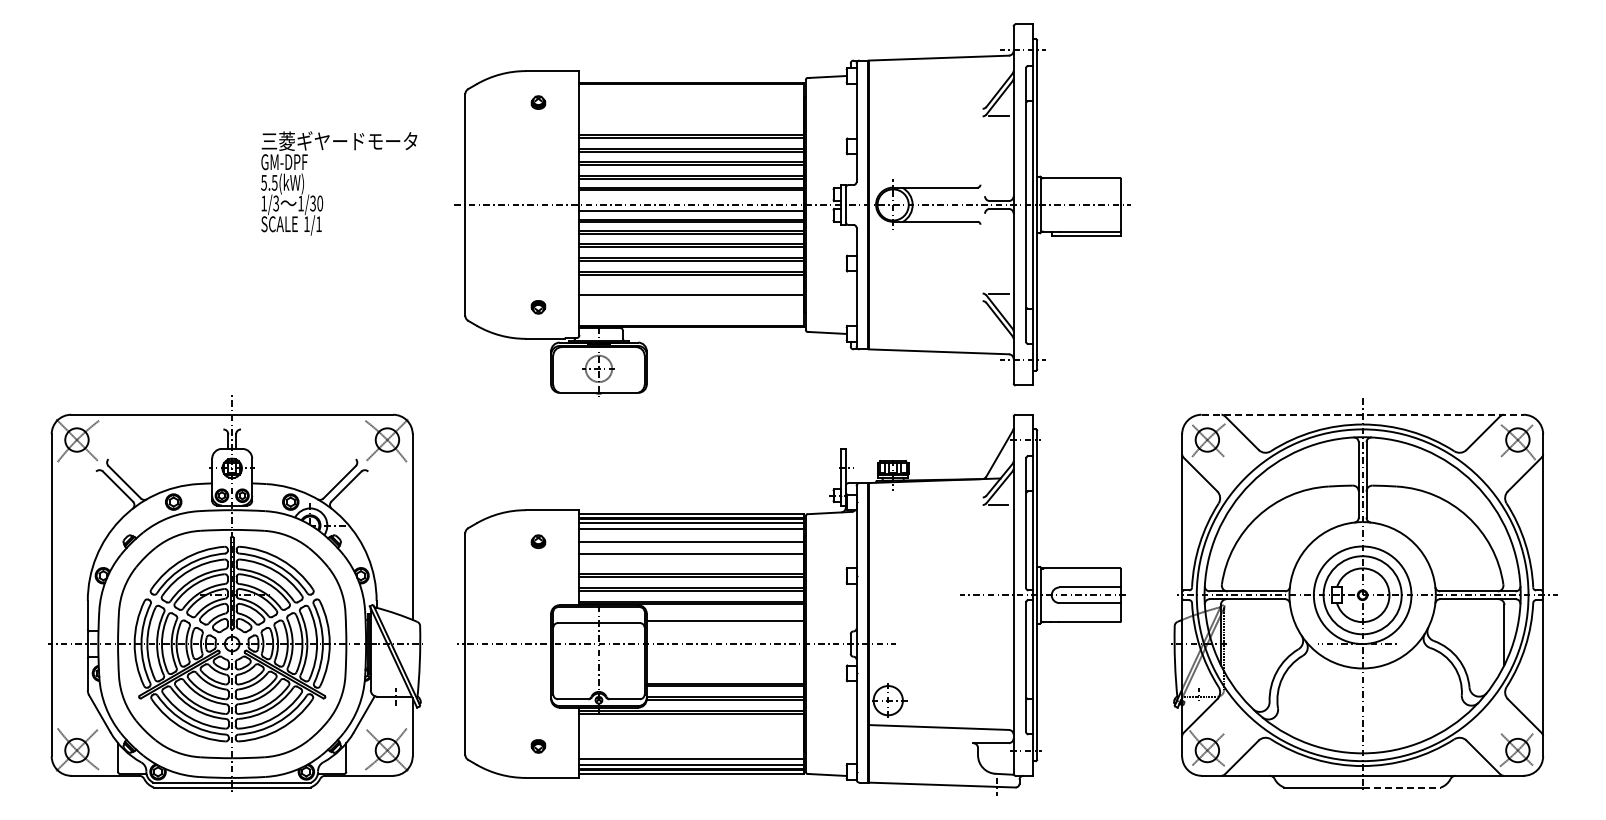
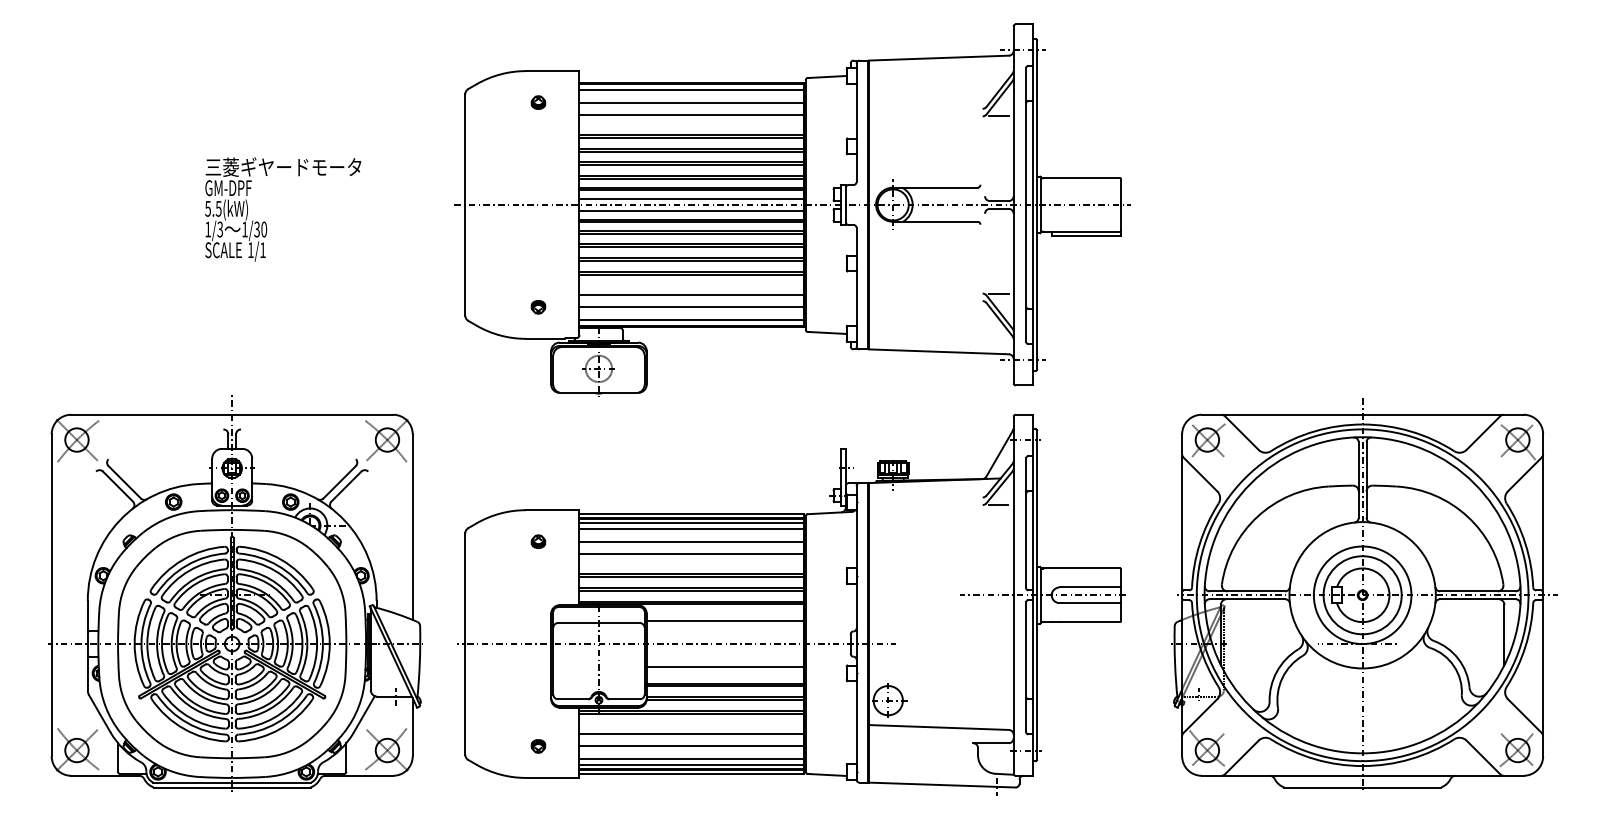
line at (691, 89): none -> present
line at (691, 102): none -> present
line at (691, 115): none -> present
text at (339, 183) position: (339, 183) -> (283, 209)
line at (691, 198): none -> present
line at (691, 307): none -> present
line at (691, 320): none -> present
line at (1362, 414): dashed -> solid
line at (724, 667): none -> present
line at (691, 733): none -> present
line at (691, 746): none -> present
line at (1402, 787): dashed -> solid
